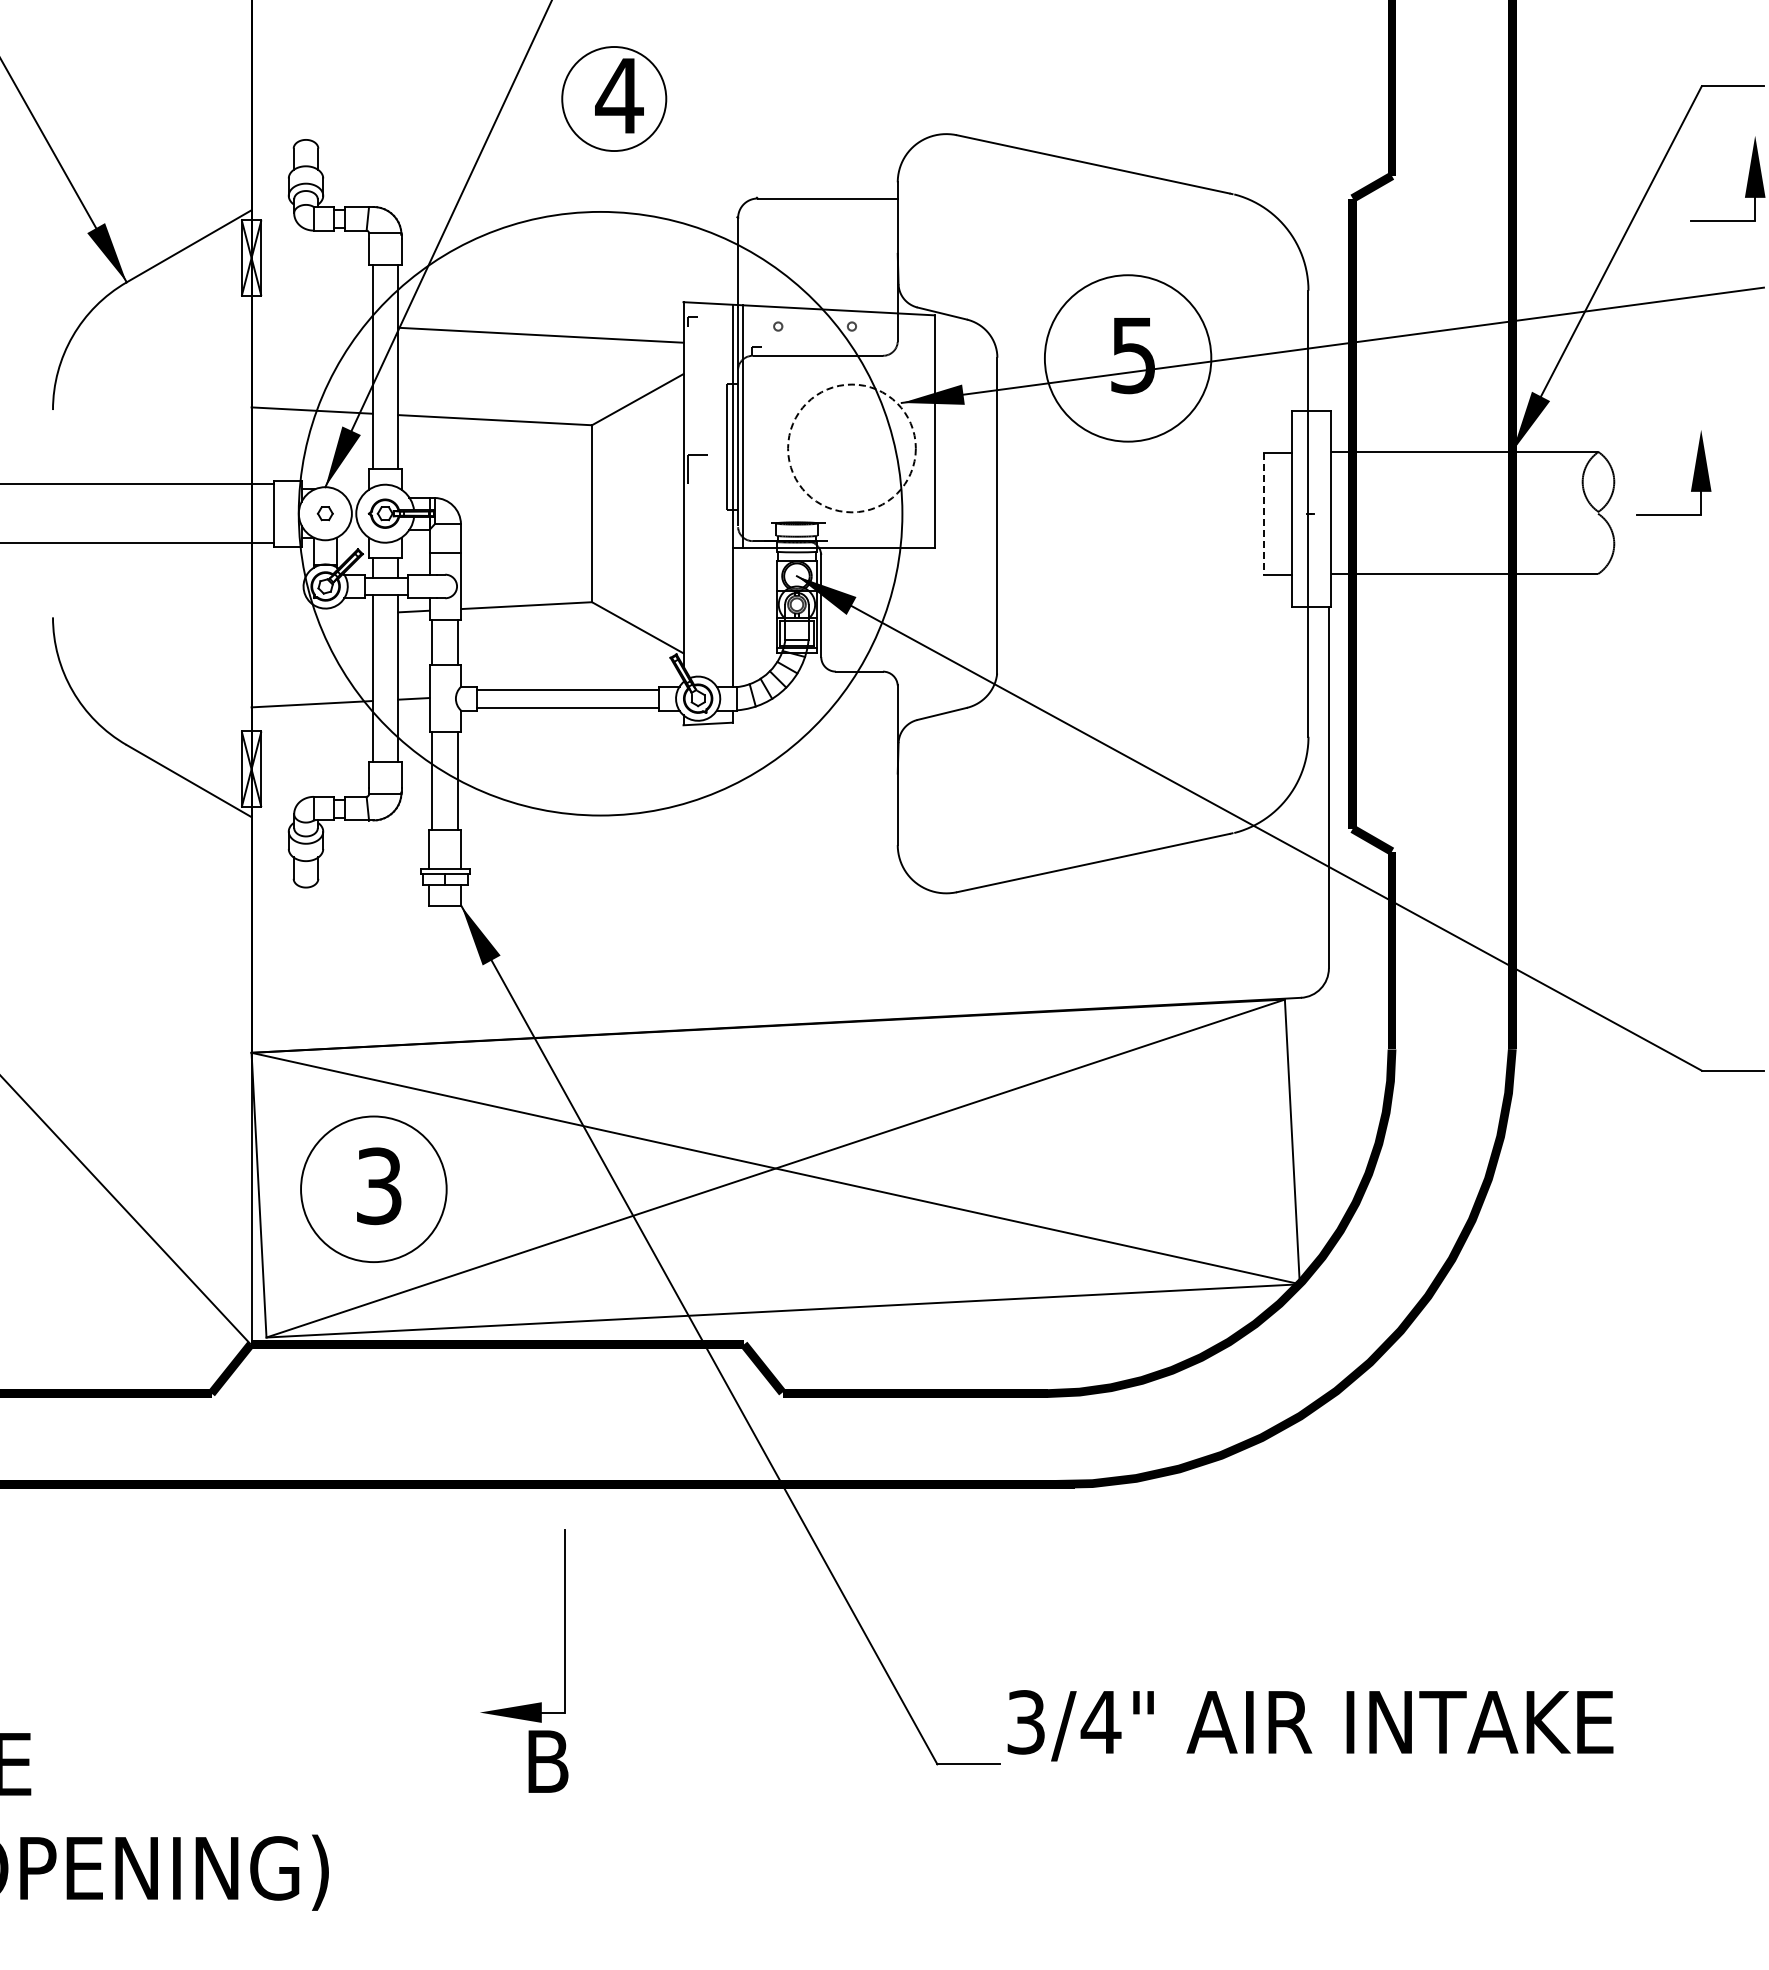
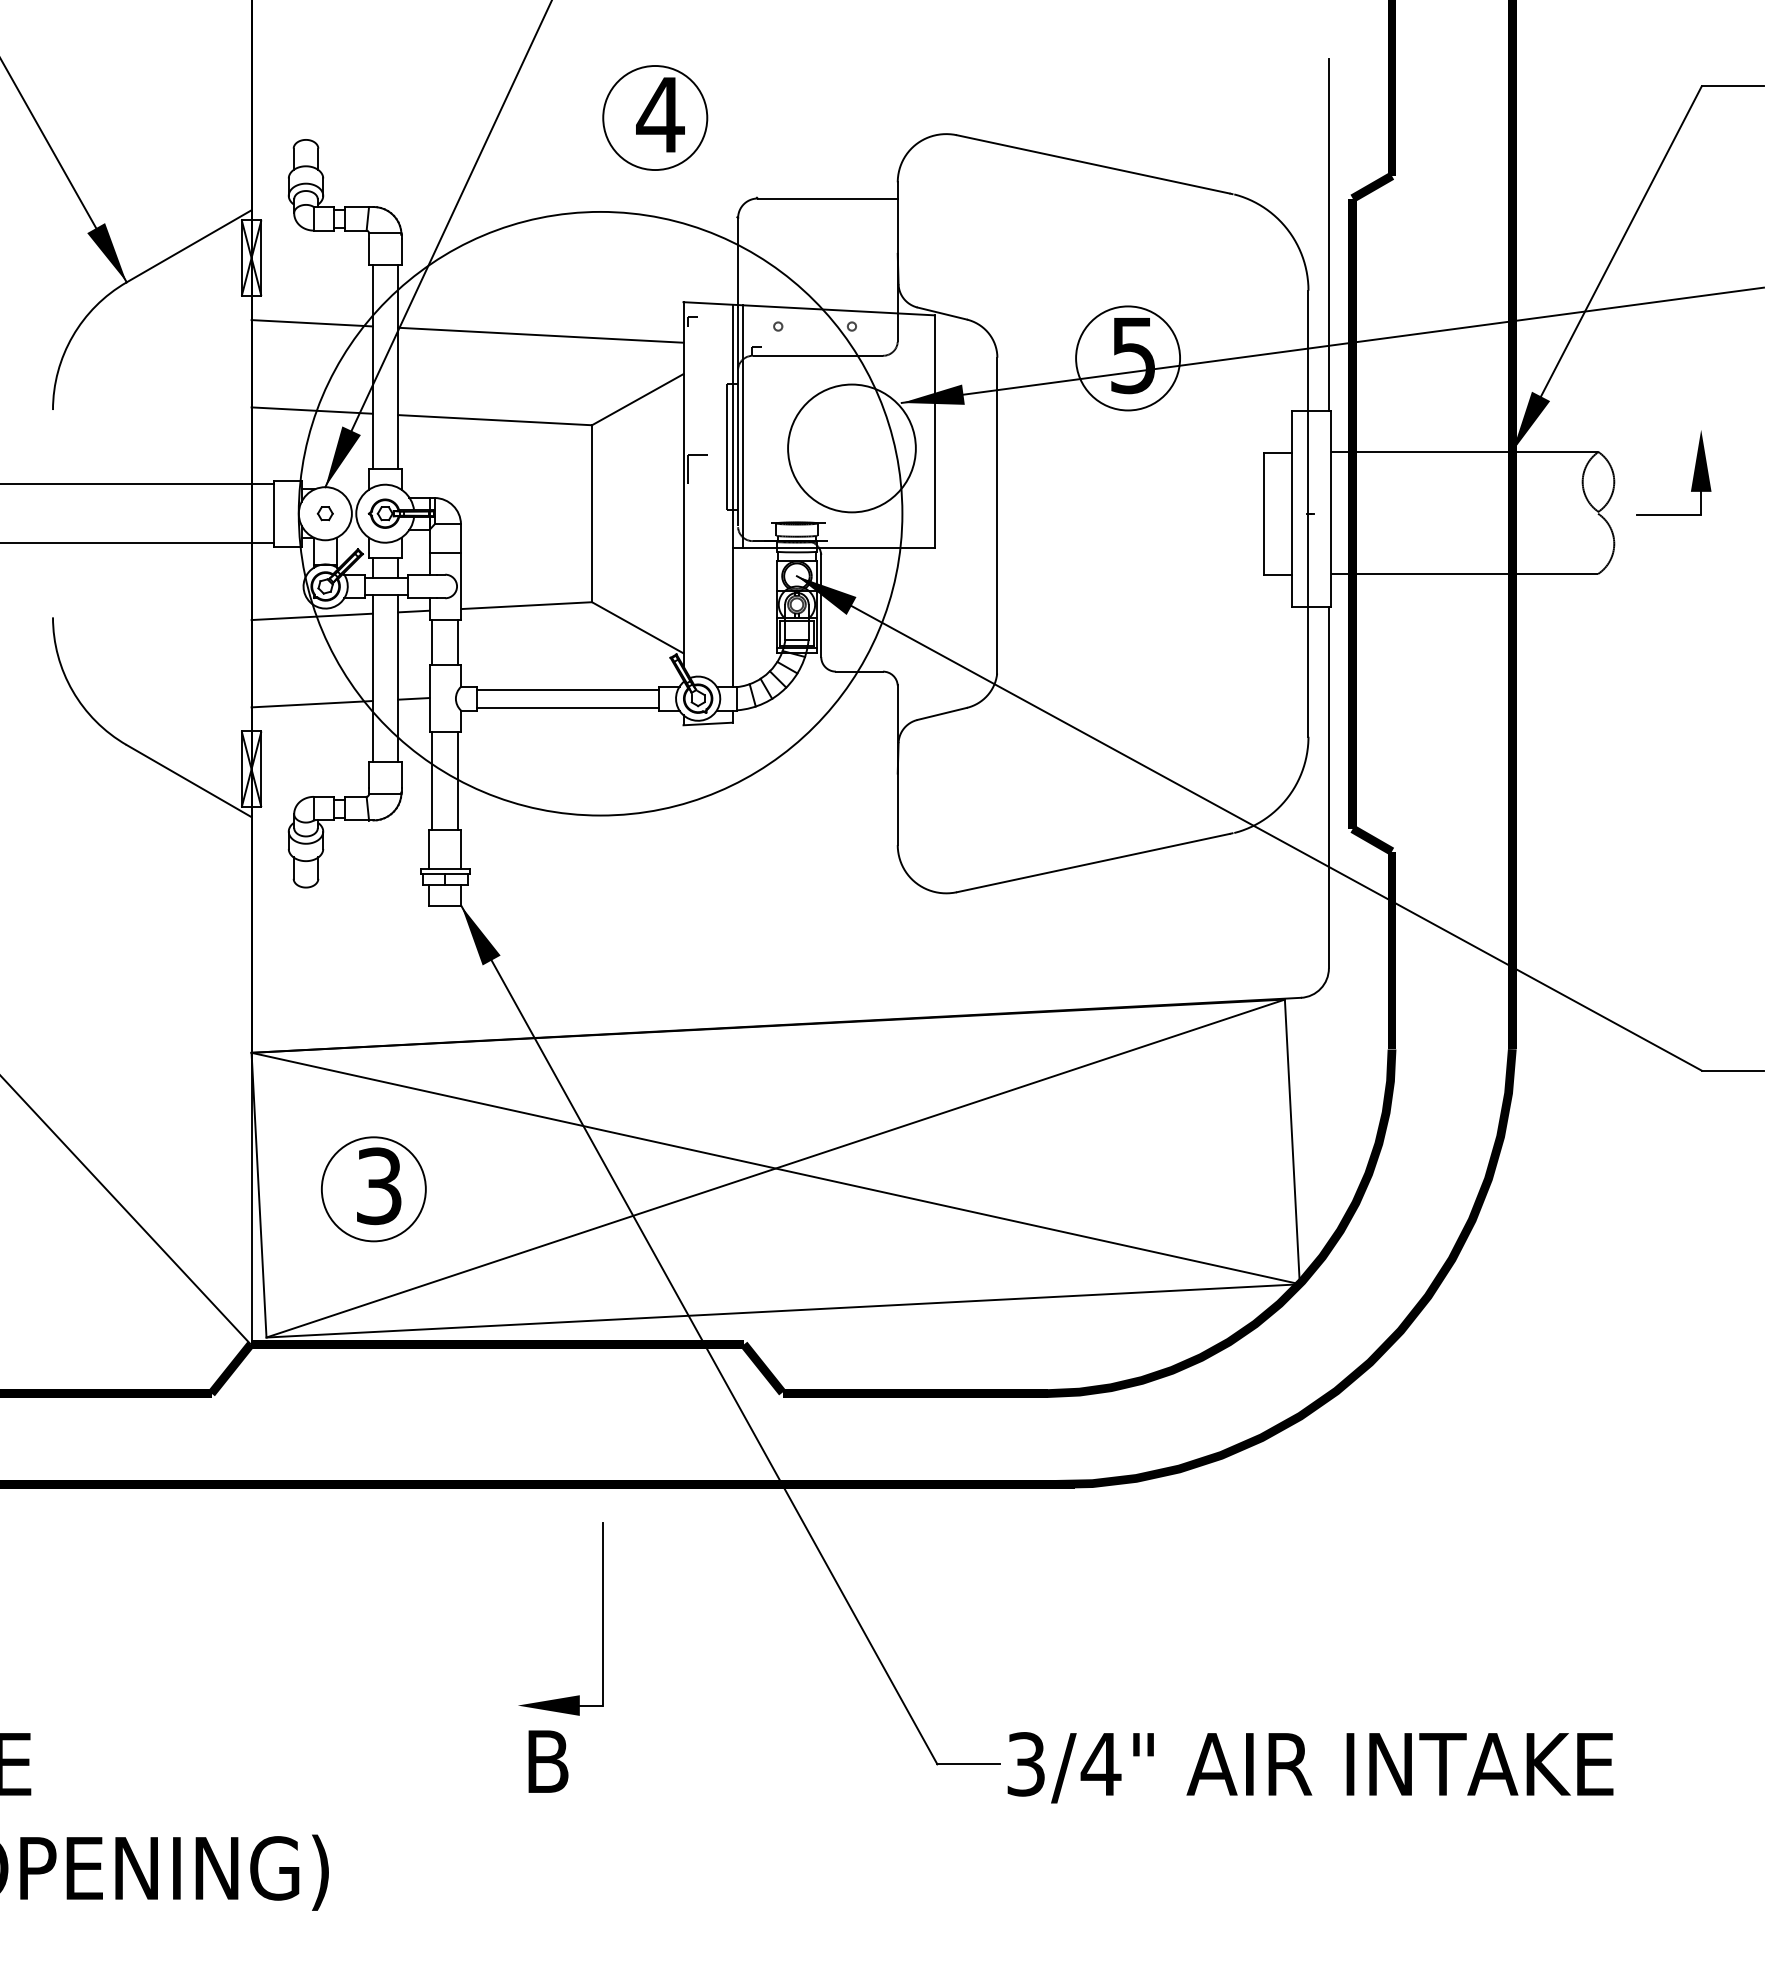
part at (614, 98) position: (614, 98) -> (655, 117)
part at (1747, 180): present -> none
line at (1328, 234): none -> present
line at (311, 323): none -> present
circle at (1127, 358) diameter: 166 px -> 104 px
circle at (851, 448): dashed -> solid
line at (1264, 514): dashed -> solid
line at (311, 616): none -> present
circle at (373, 1189) diameter: 146 px -> 104 px
part at (564, 1625) position: (564, 1625) -> (602, 1618)
text at (1310, 1725) position: (1310, 1725) -> (1310, 1767)
